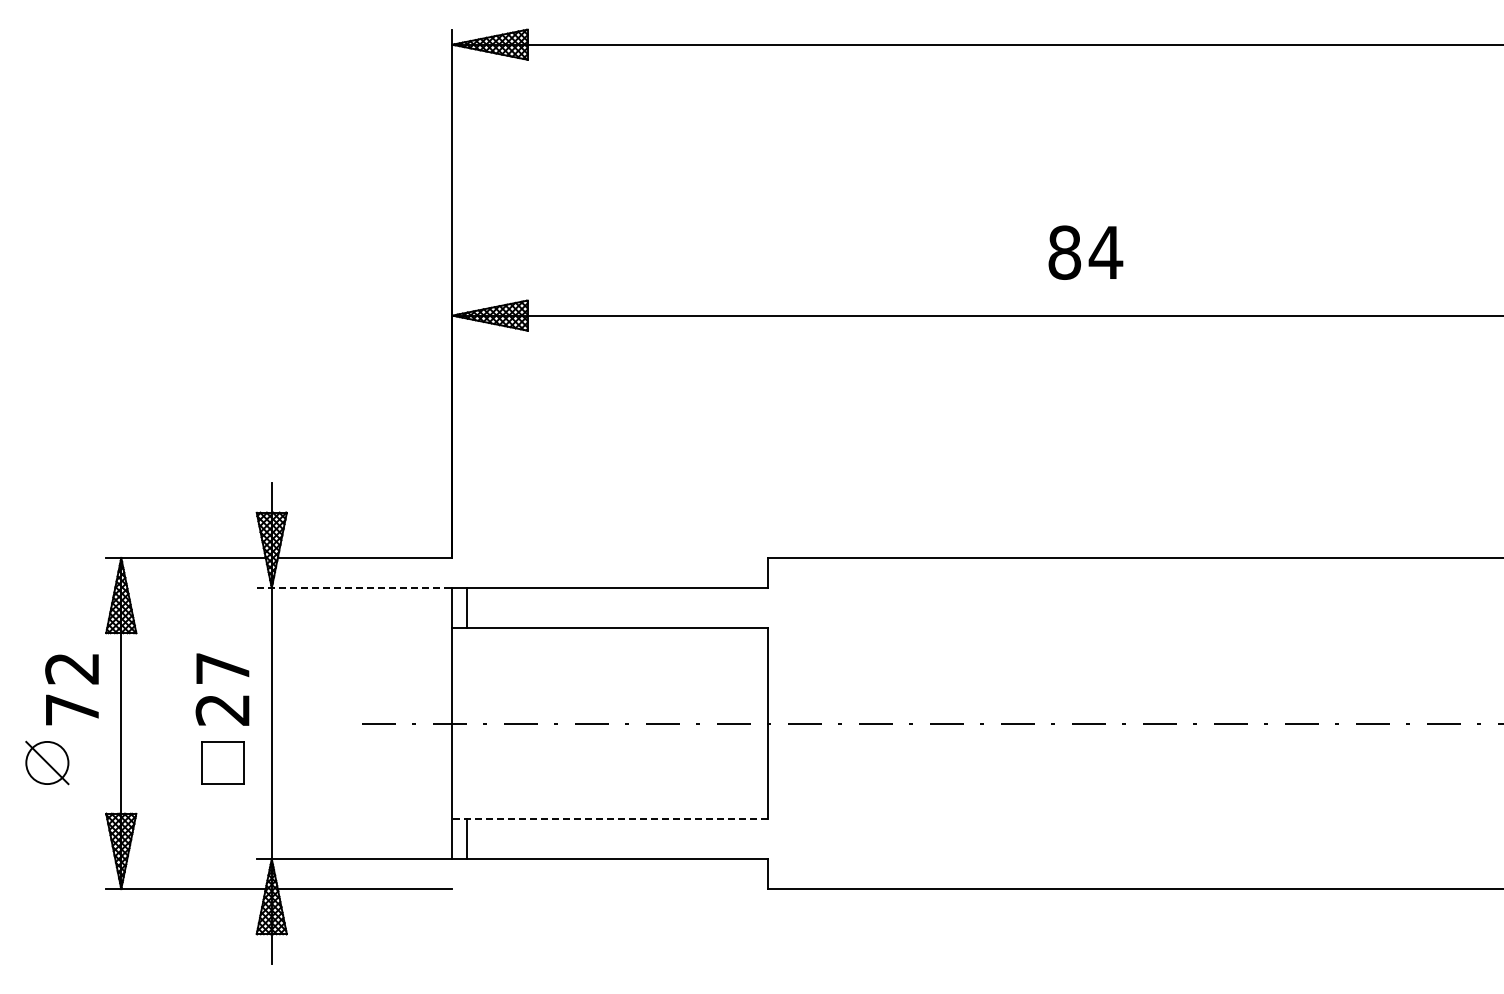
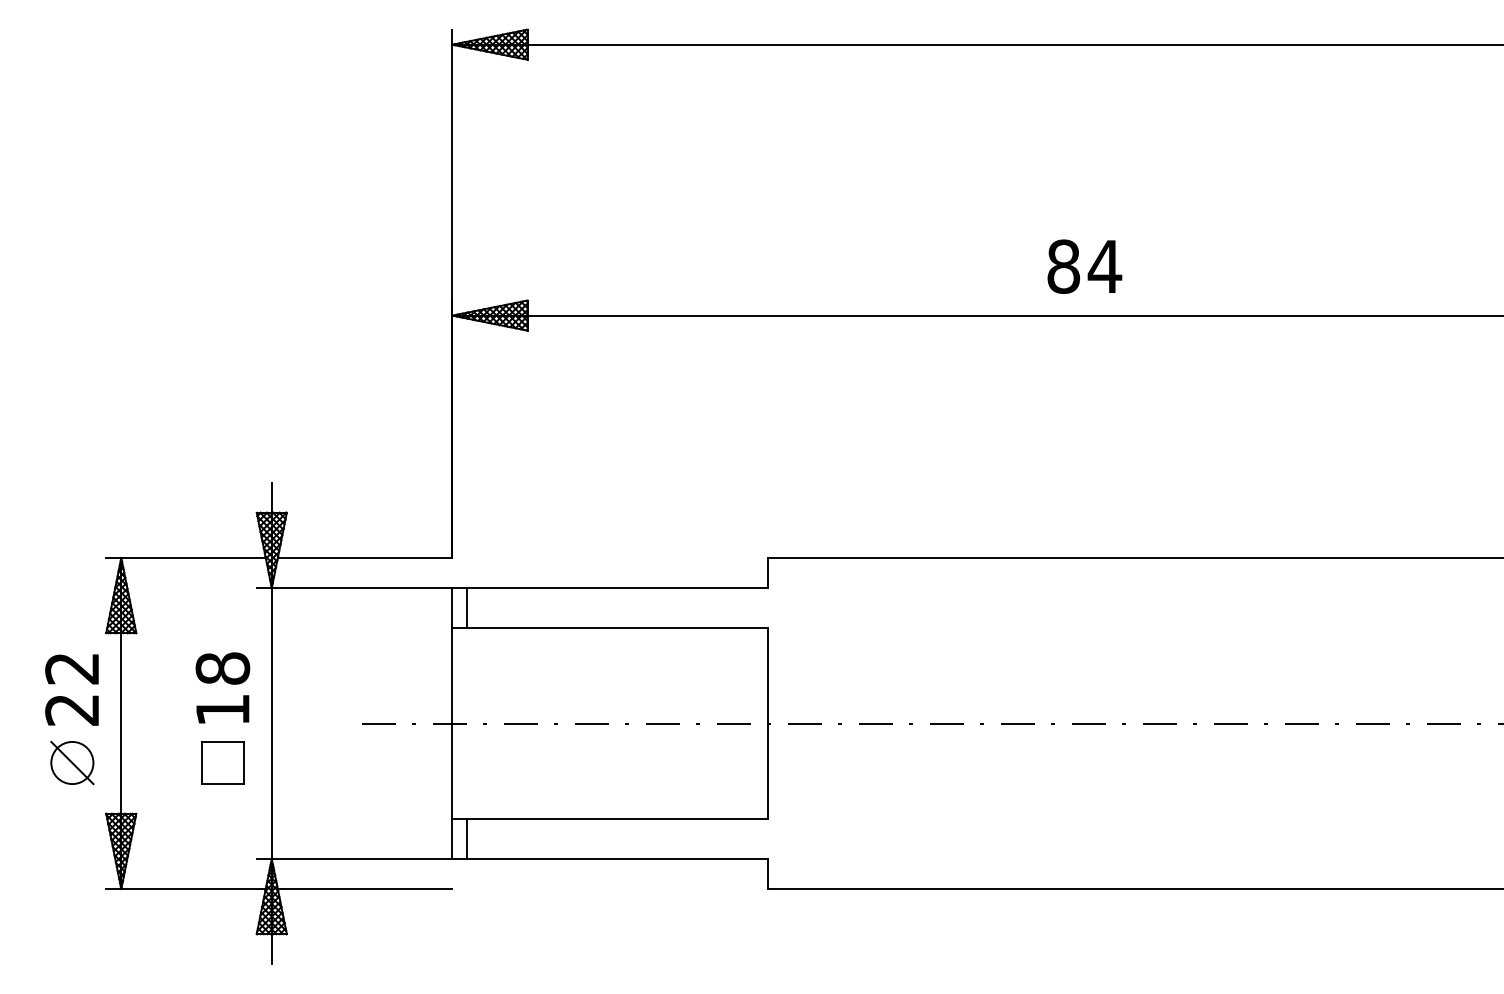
text at (1085, 252) position: (1085, 252) -> (1084, 266)
line at (354, 588): dashed -> solid
text at (222, 688): 27 -> 18
text at (71, 709): 72 -> 22
part at (47, 762) position: (47, 762) -> (72, 762)
line at (609, 818): dashed -> solid
